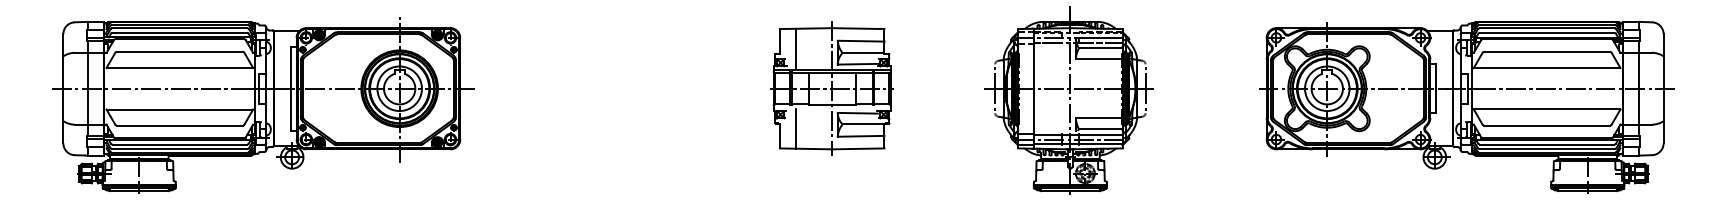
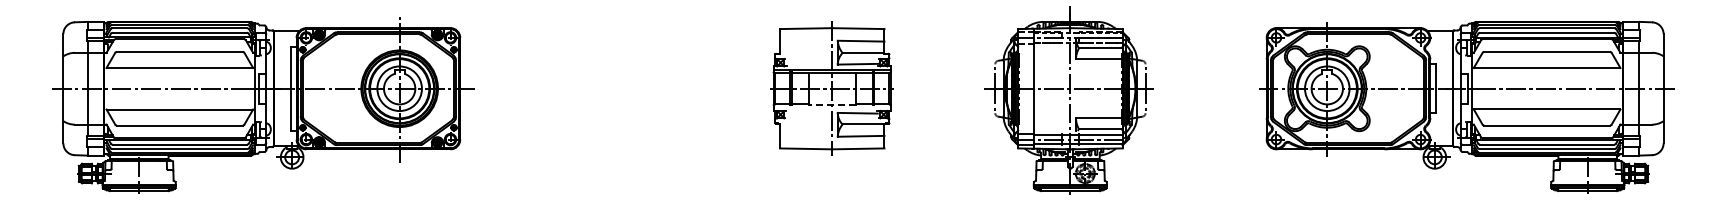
line at (796, 47): present -> none
line at (832, 104): solid -> dashed
line at (796, 128): present -> none
